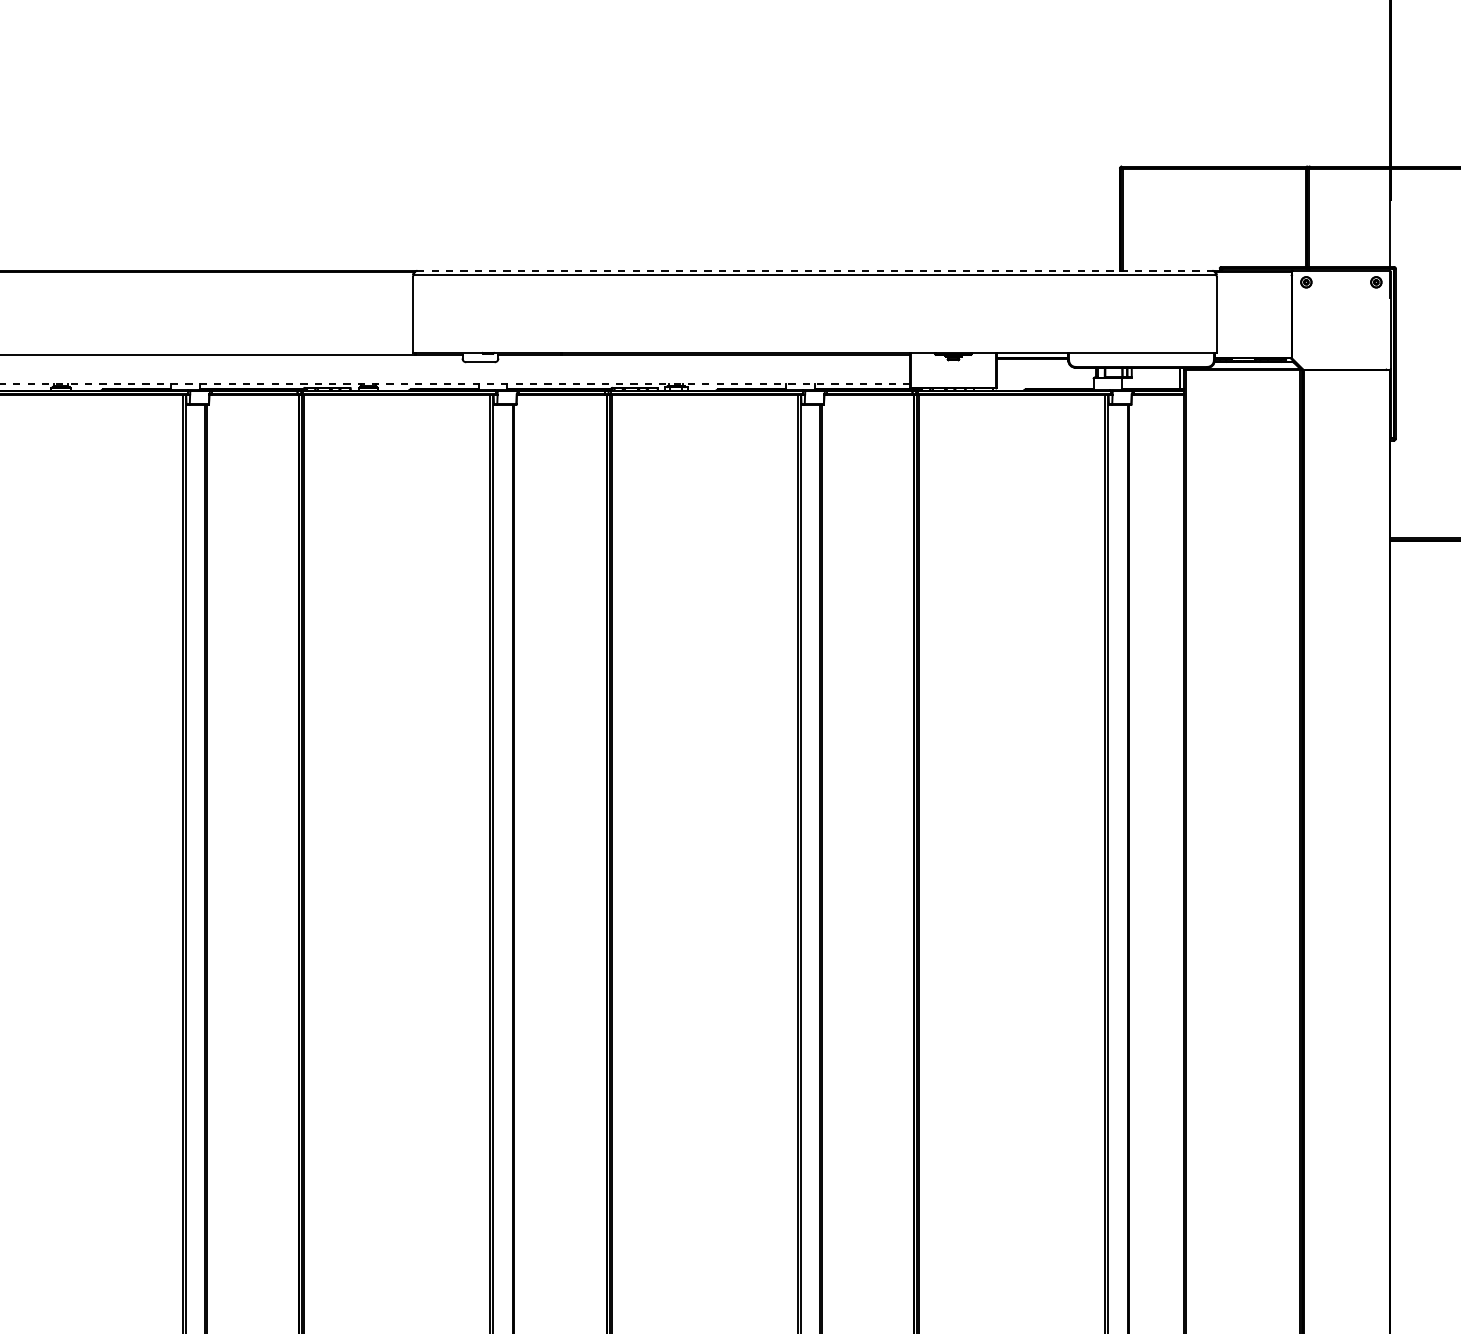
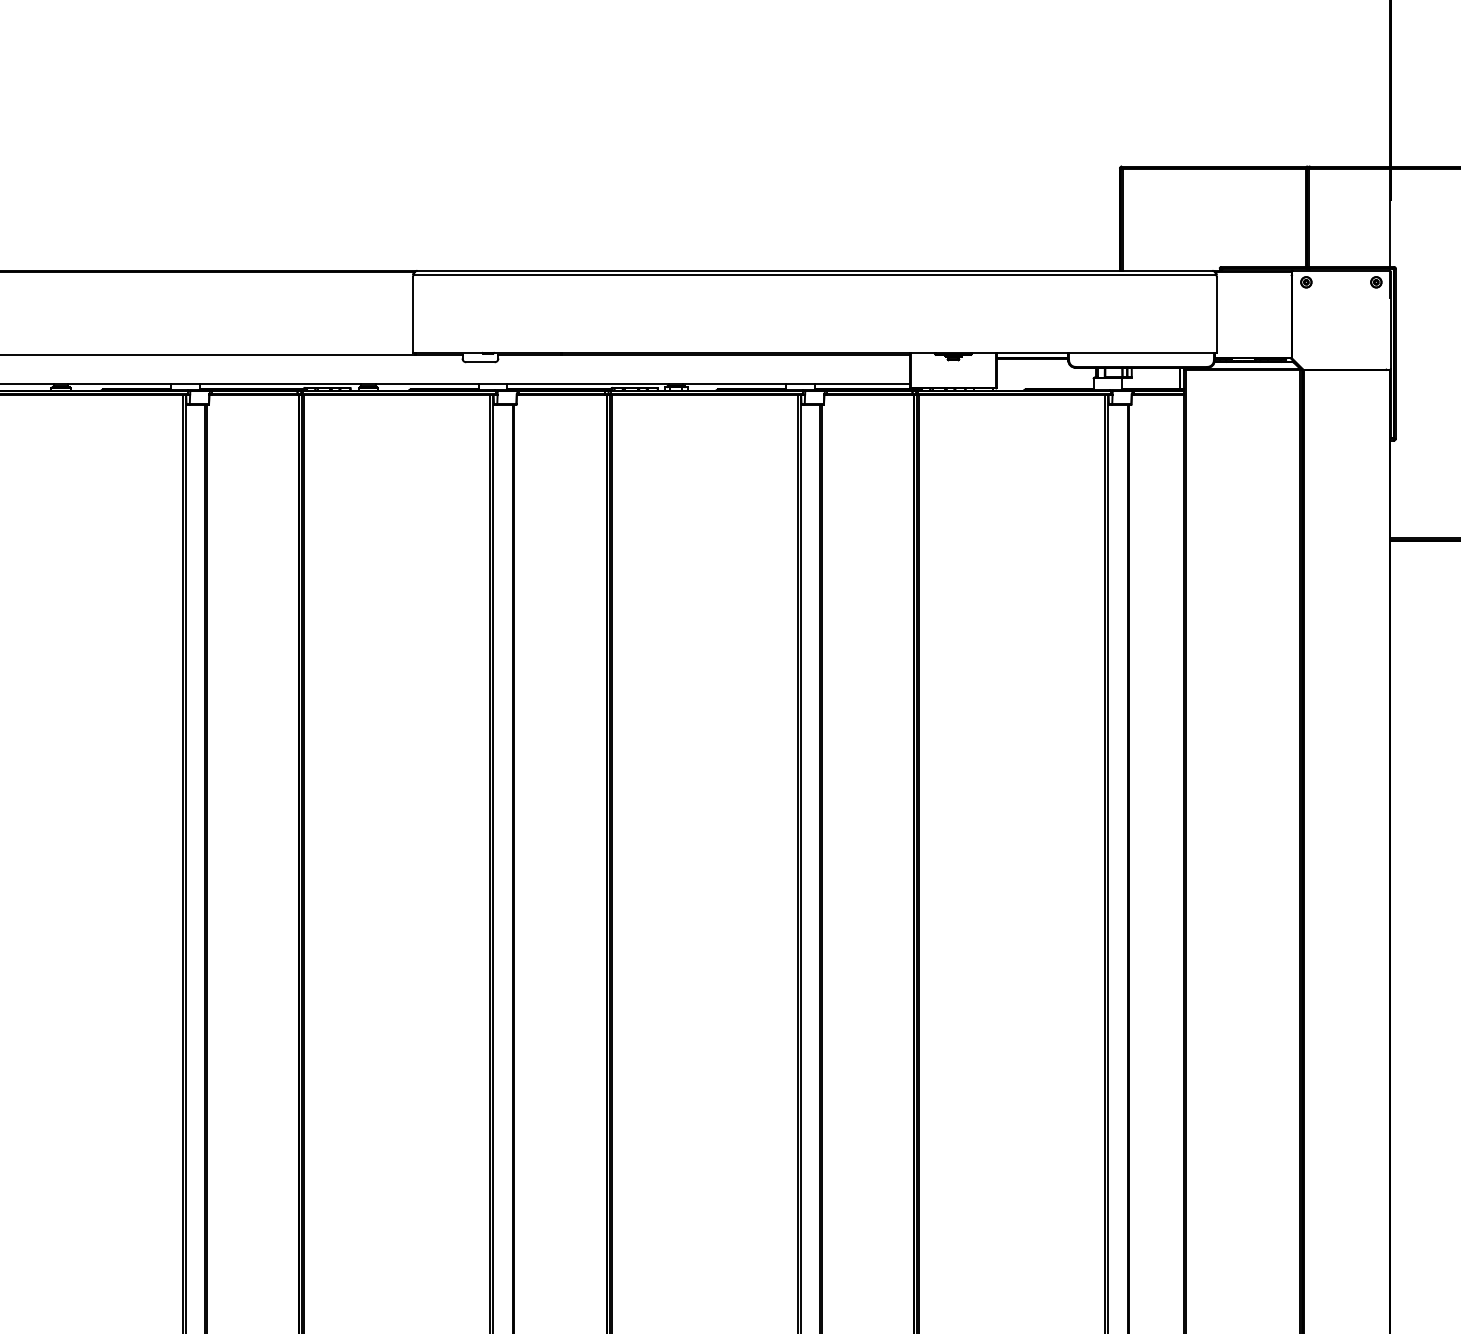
line at (814, 270): dashed -> solid
line at (455, 383): dashed -> solid
